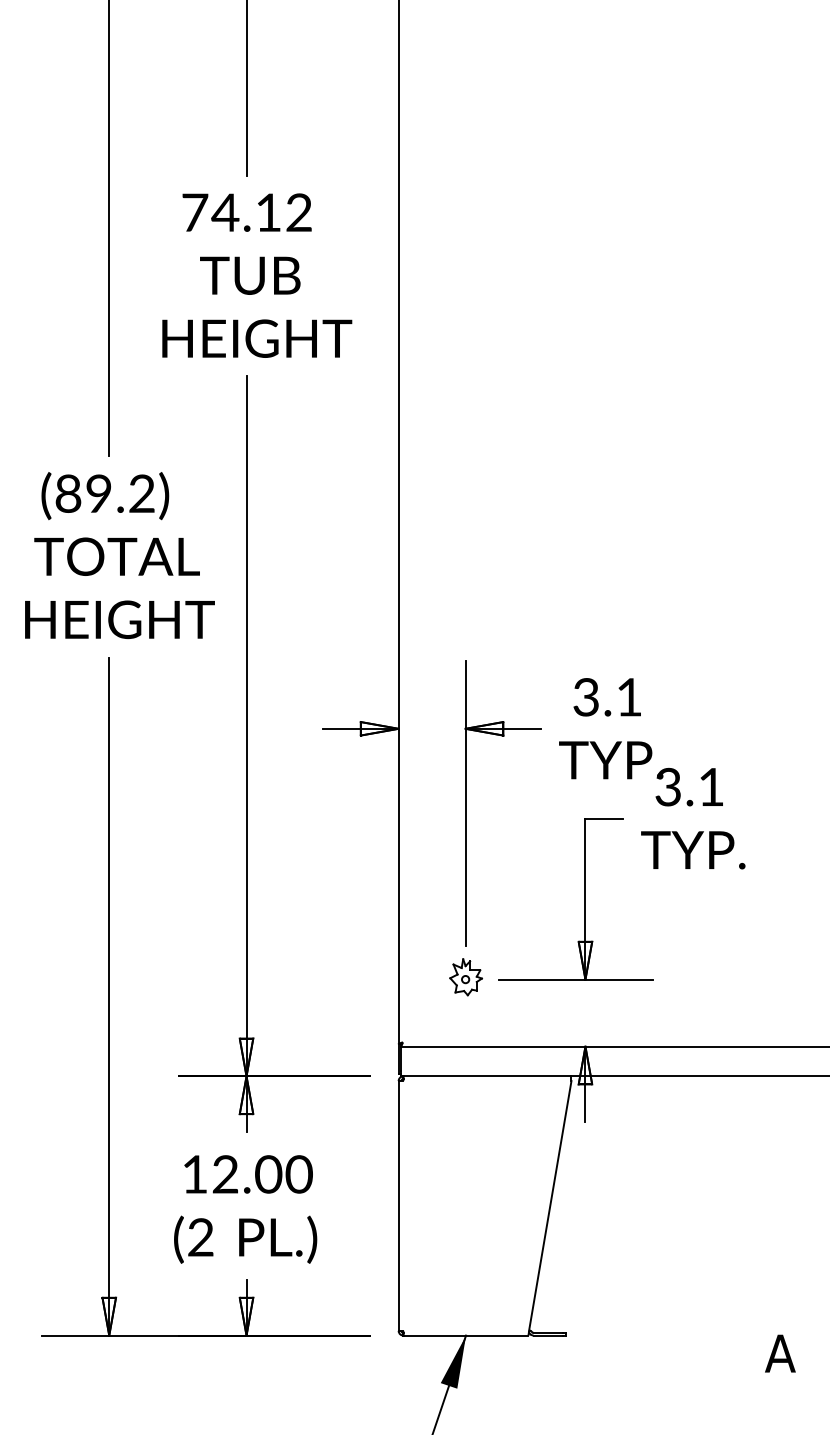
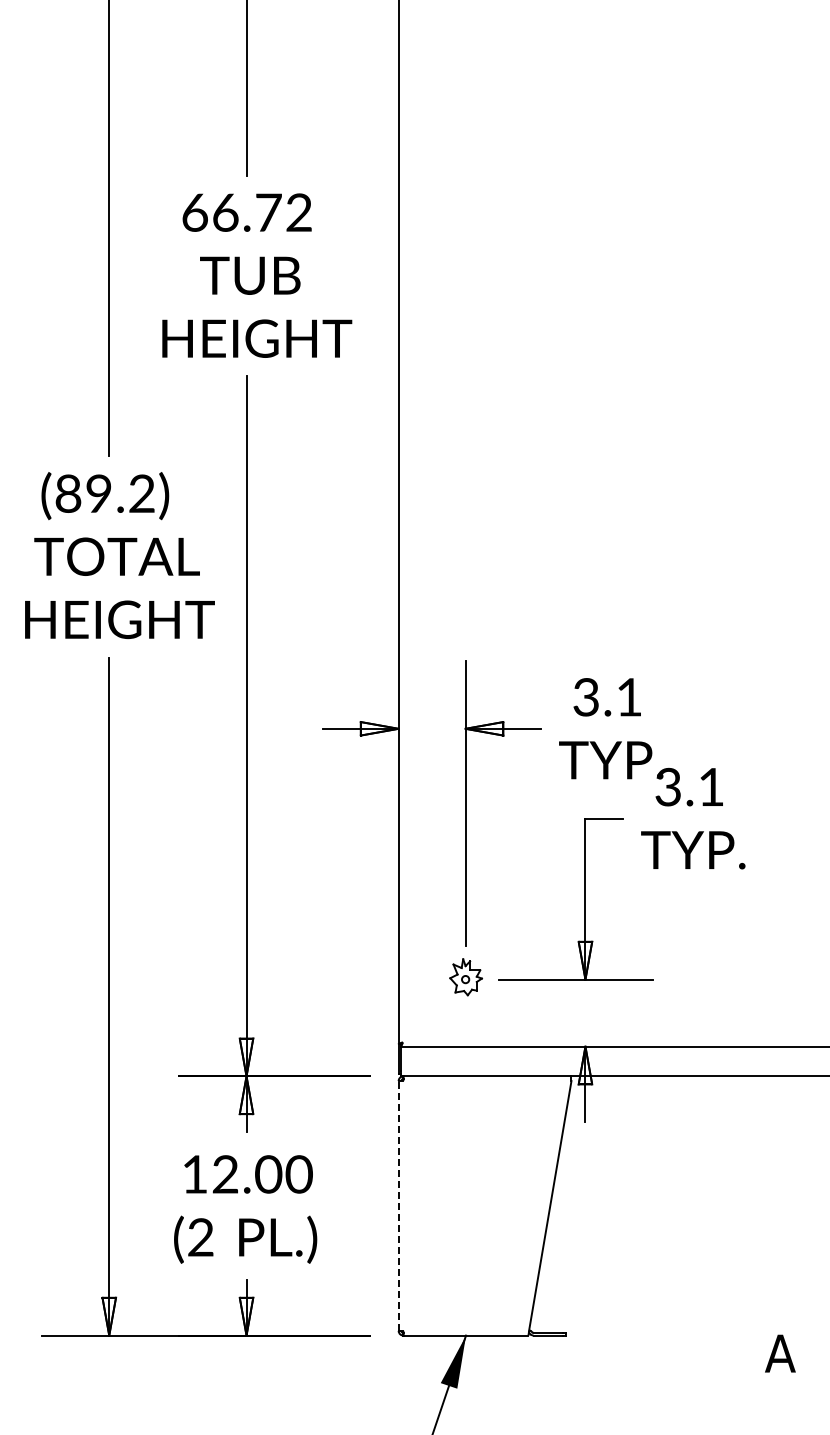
text at (231, 212): 74.12 -> 66.72
line at (398, 1205): solid -> dashed
